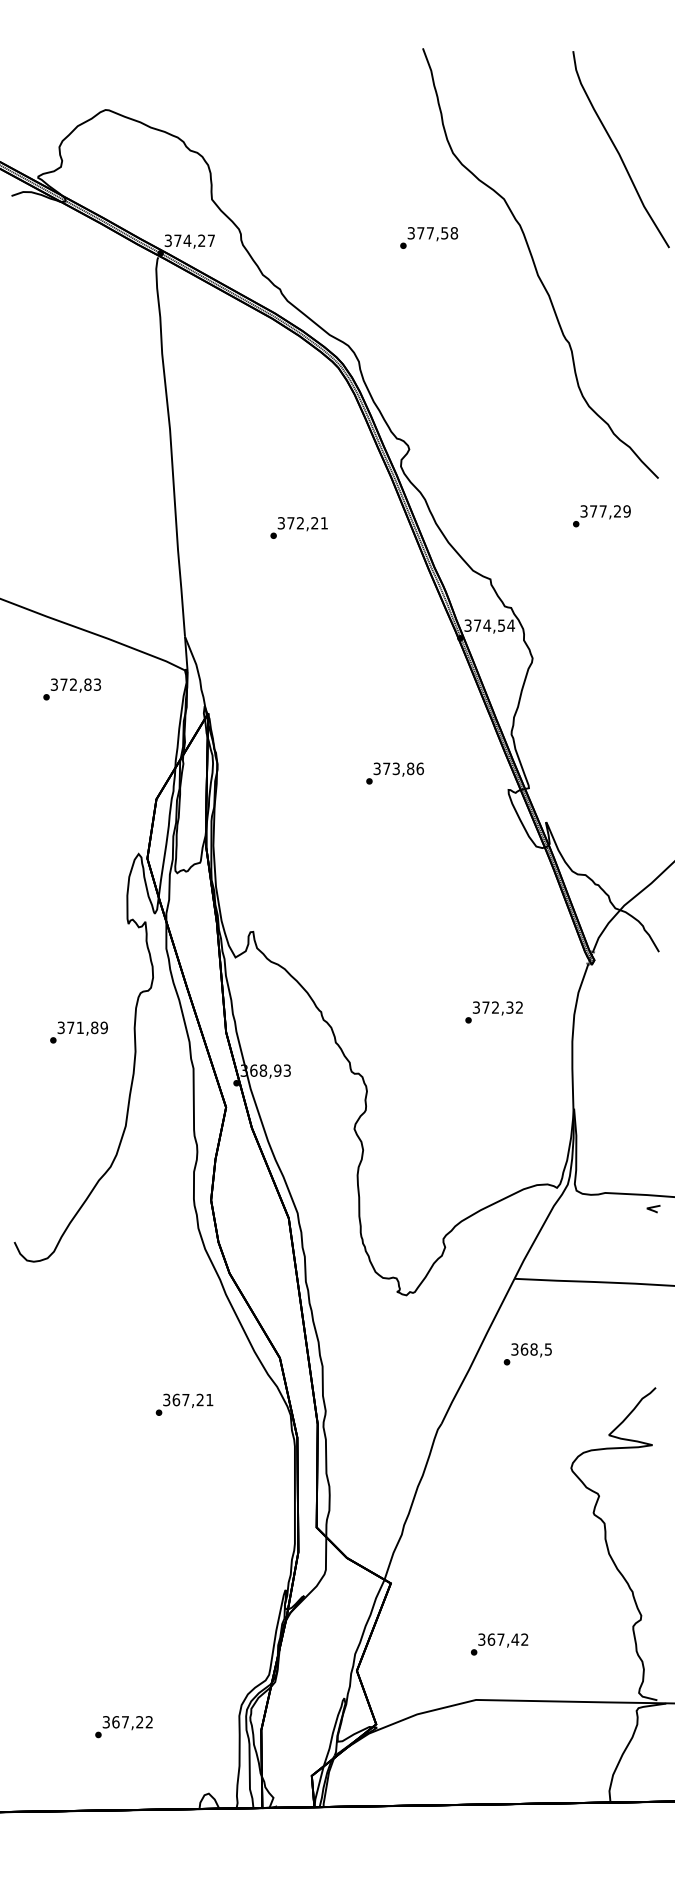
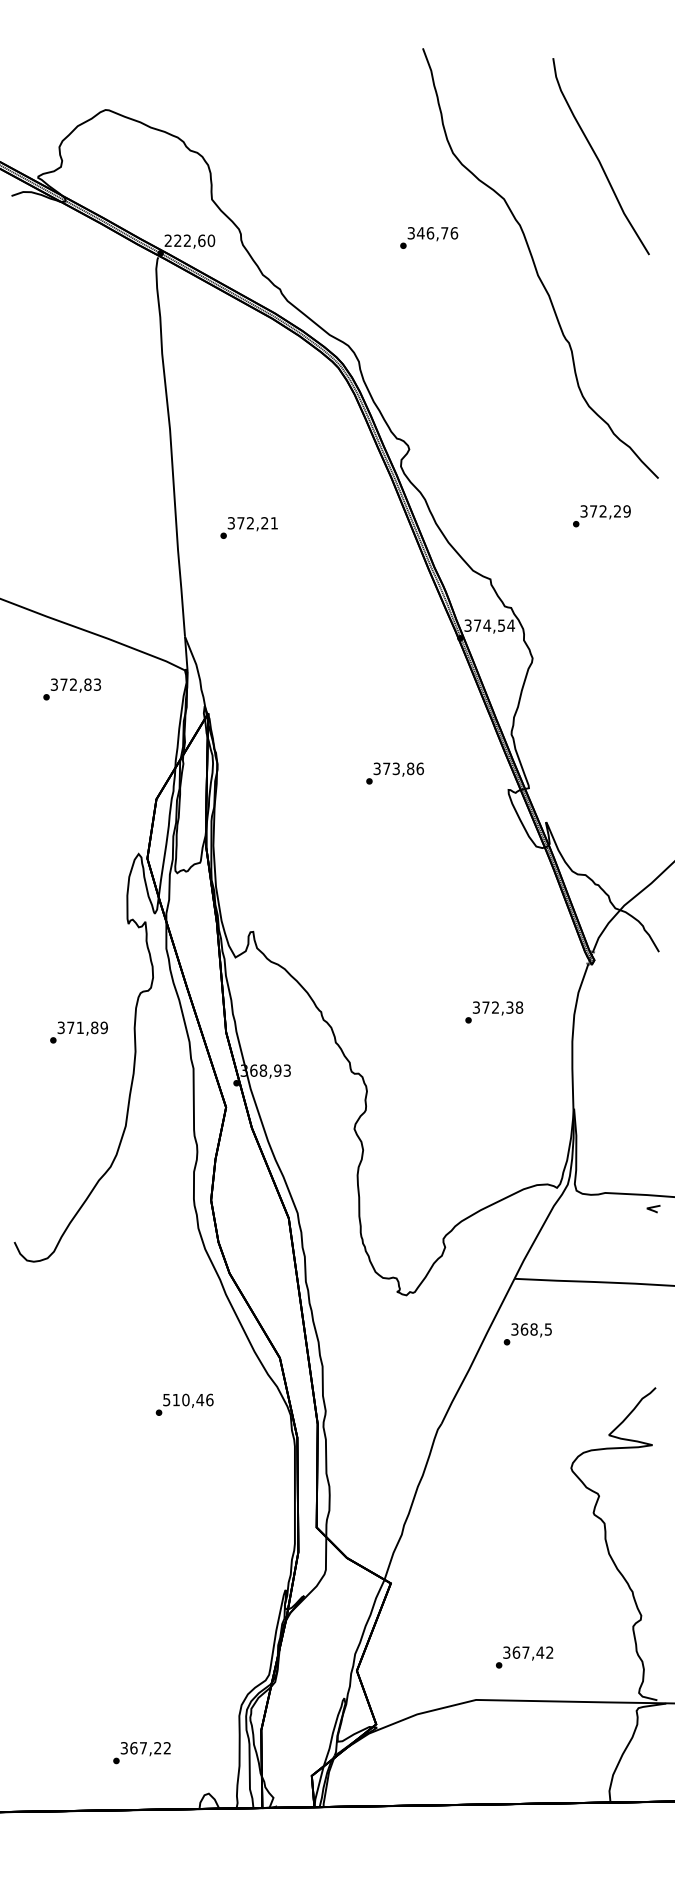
part at (620, 149) position: (620, 149) -> (600, 156)
text at (437, 233): 377,58 -> 346,76
text at (189, 240): 374,27 -> 222,60
text at (602, 511): 377,29 -> 372,29
text at (298, 527) position: (298, 527) -> (248, 527)
text at (519, 1007): 372,32 -> 372,38
text at (527, 1354) position: (527, 1354) -> (527, 1334)
text at (188, 1399): 367,21 -> 510,46
text at (499, 1644) position: (499, 1644) -> (524, 1657)
text at (123, 1727) position: (123, 1727) -> (141, 1753)
